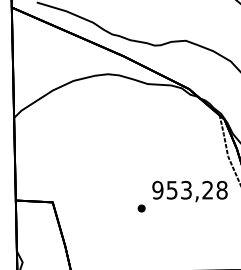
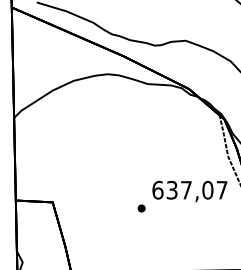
text at (189, 189): 953,28 -> 637,07
